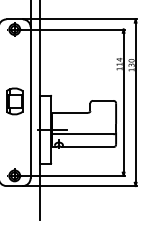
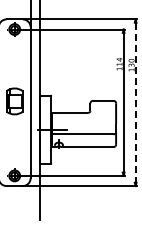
line at (135, 102): solid -> dashed
